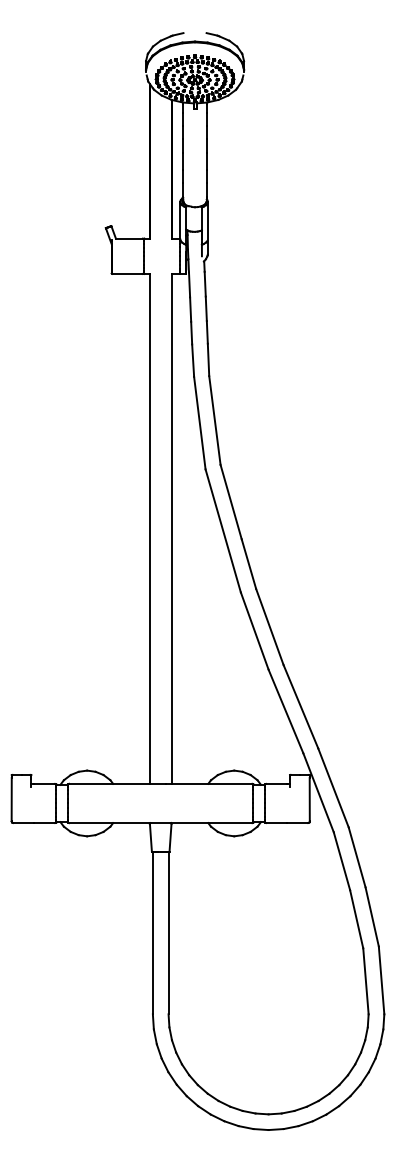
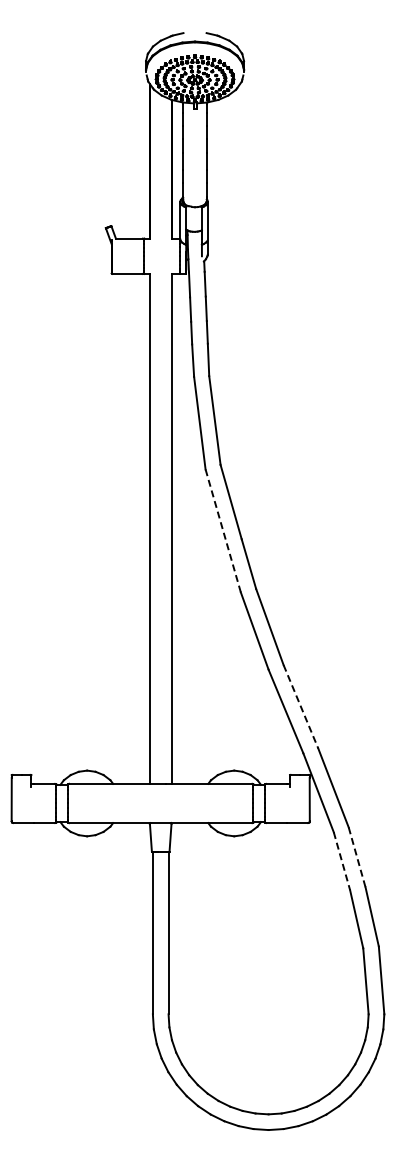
line at (223, 531): solid -> dashed
line at (301, 707): solid -> dashed
line at (357, 857): solid -> dashed
line at (342, 861): solid -> dashed
